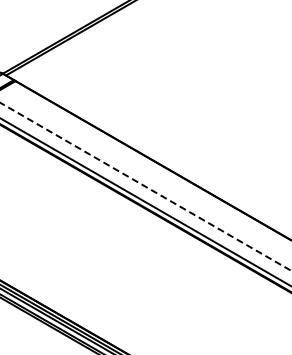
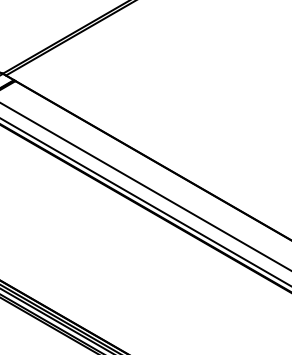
line at (145, 186): dashed -> solid
